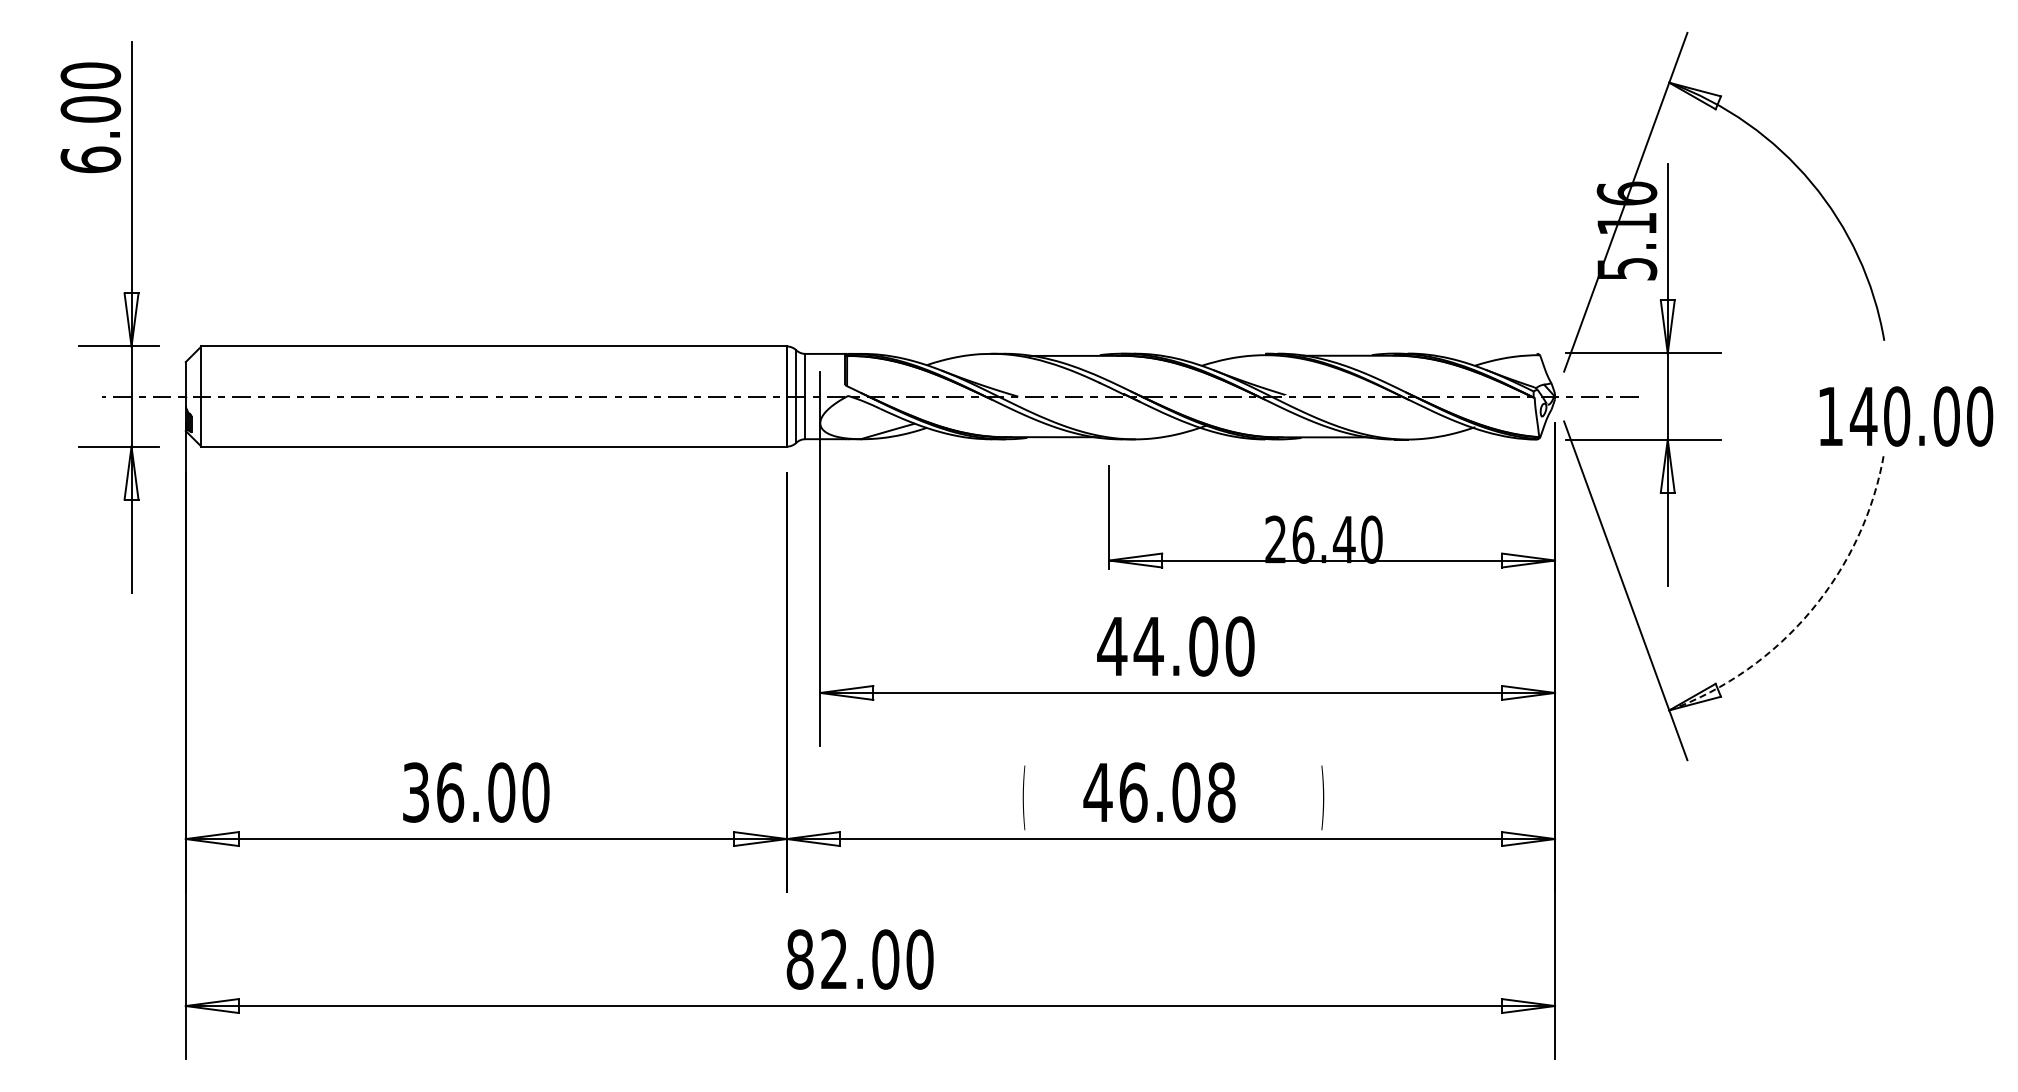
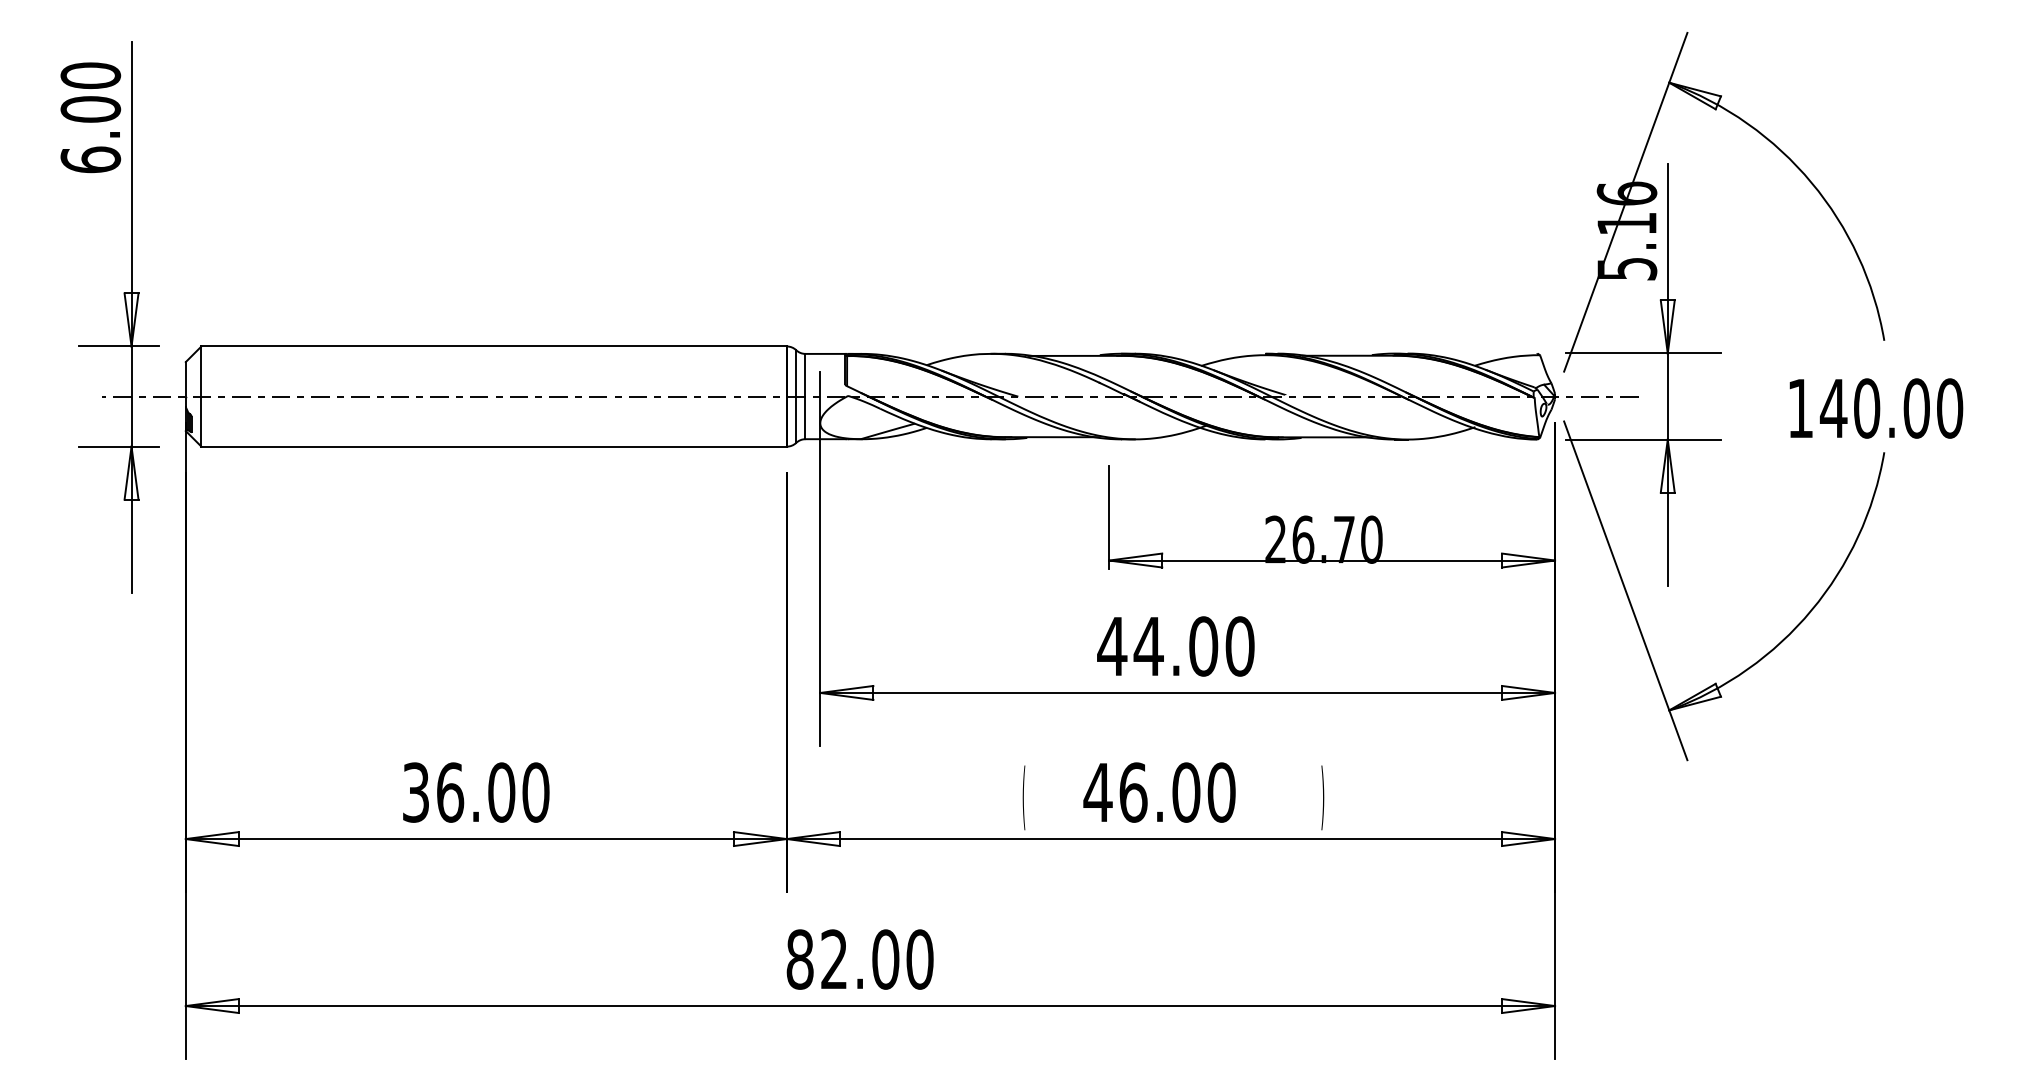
text at (1906, 416) position: (1906, 416) -> (1876, 408)
text at (1343, 539): 26.40 -> 26.70
arc at (1811, 610): dashed -> solid
text at (1221, 792): 46.08 -> 46.00
